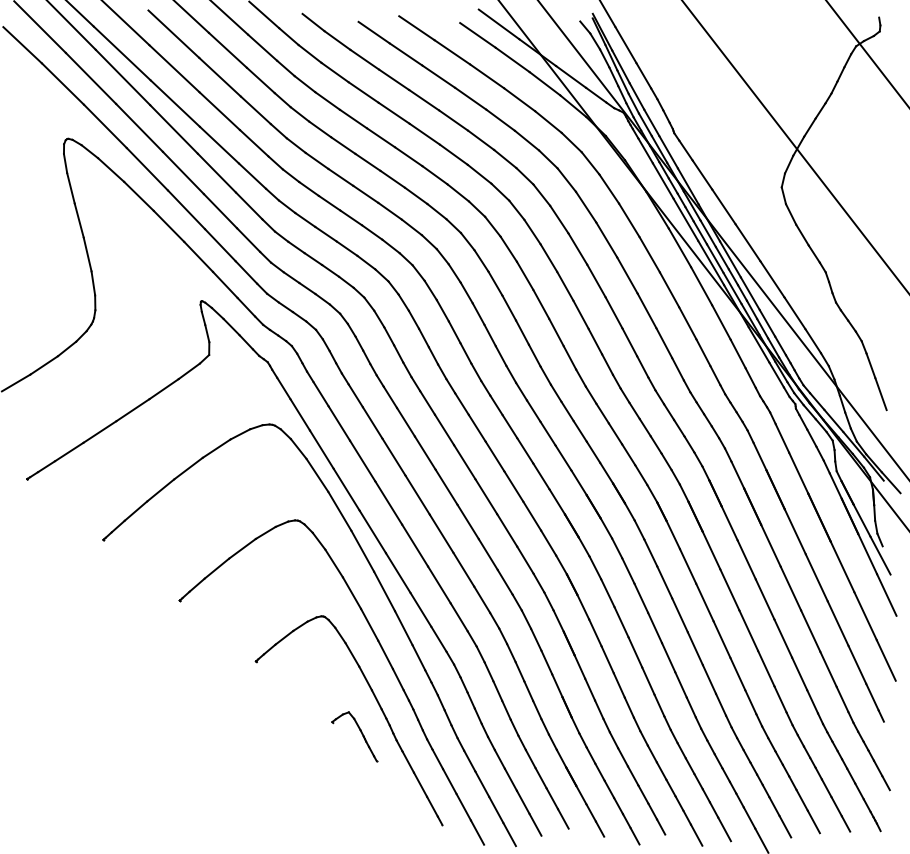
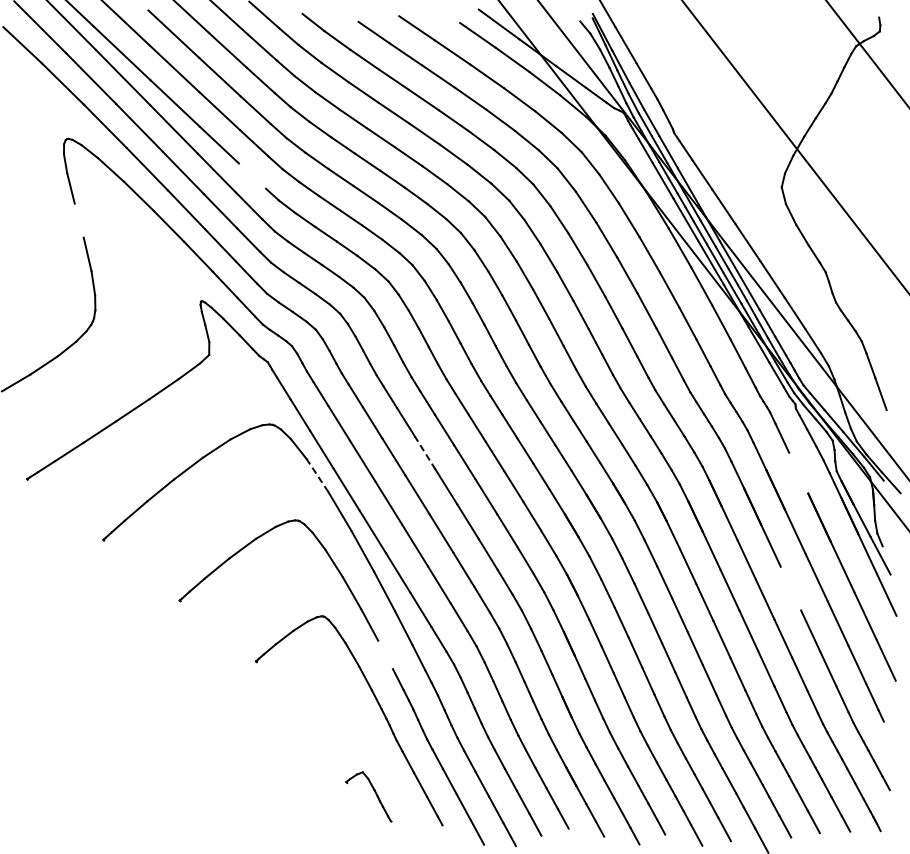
line at (252, 175): present -> none
line at (78, 220): present -> none
line at (425, 453): solid -> dashed
line at (798, 472): present -> none
line at (317, 475): solid -> dashed
line at (790, 588): present -> none
line at (385, 654): present -> none
part at (360, 732) position: (360, 732) -> (374, 792)
